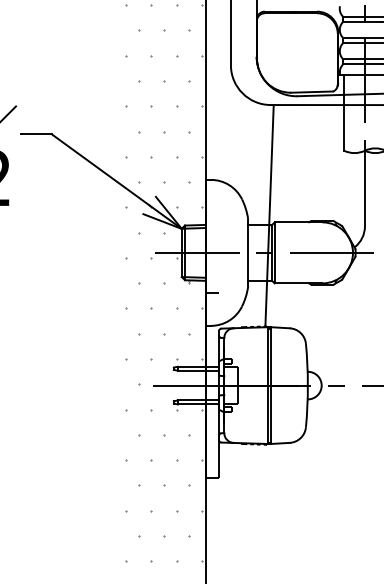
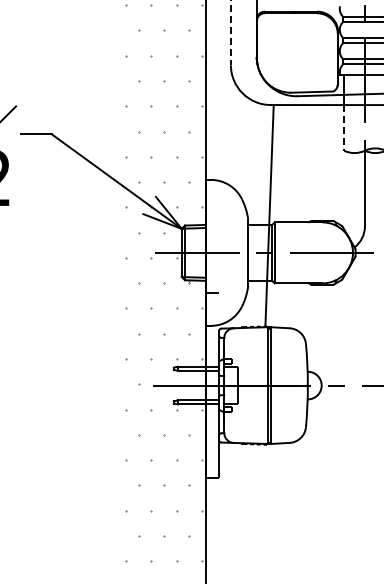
line at (230, 33): solid -> dashed
line at (344, 127): solid -> dashed
